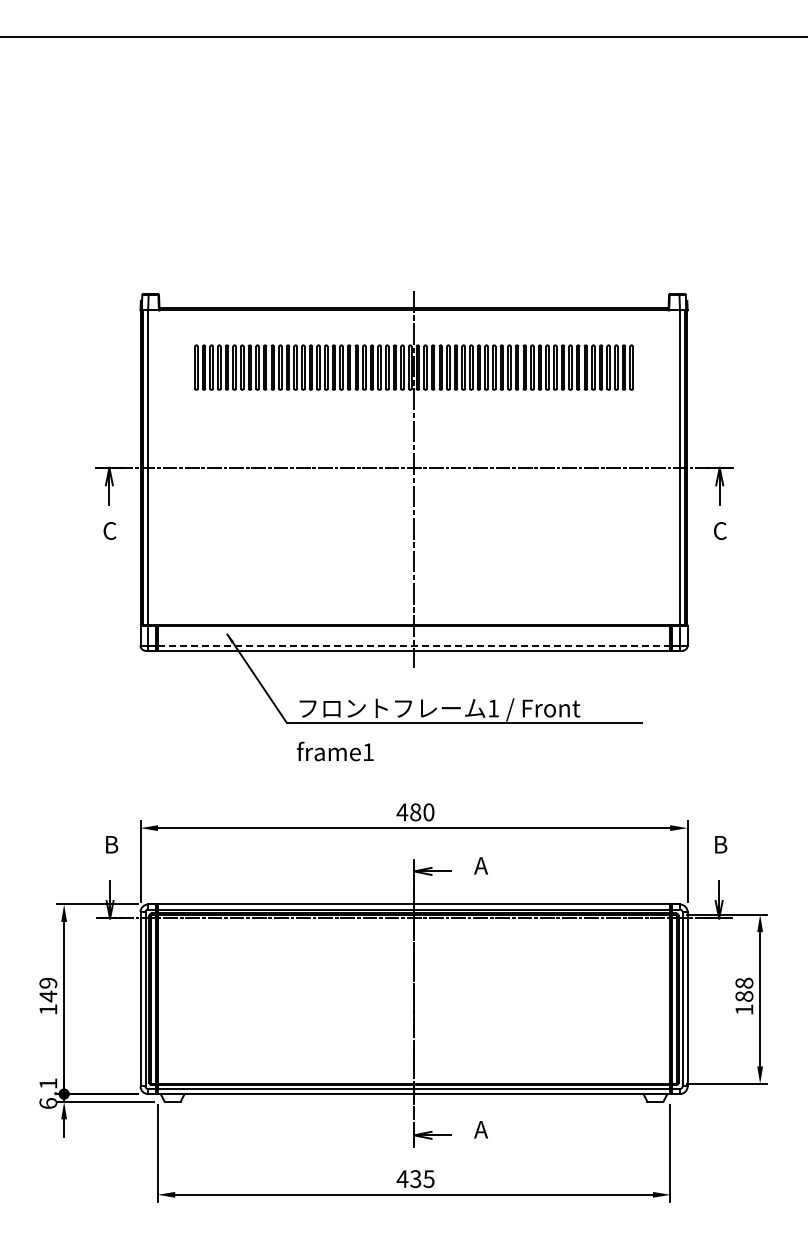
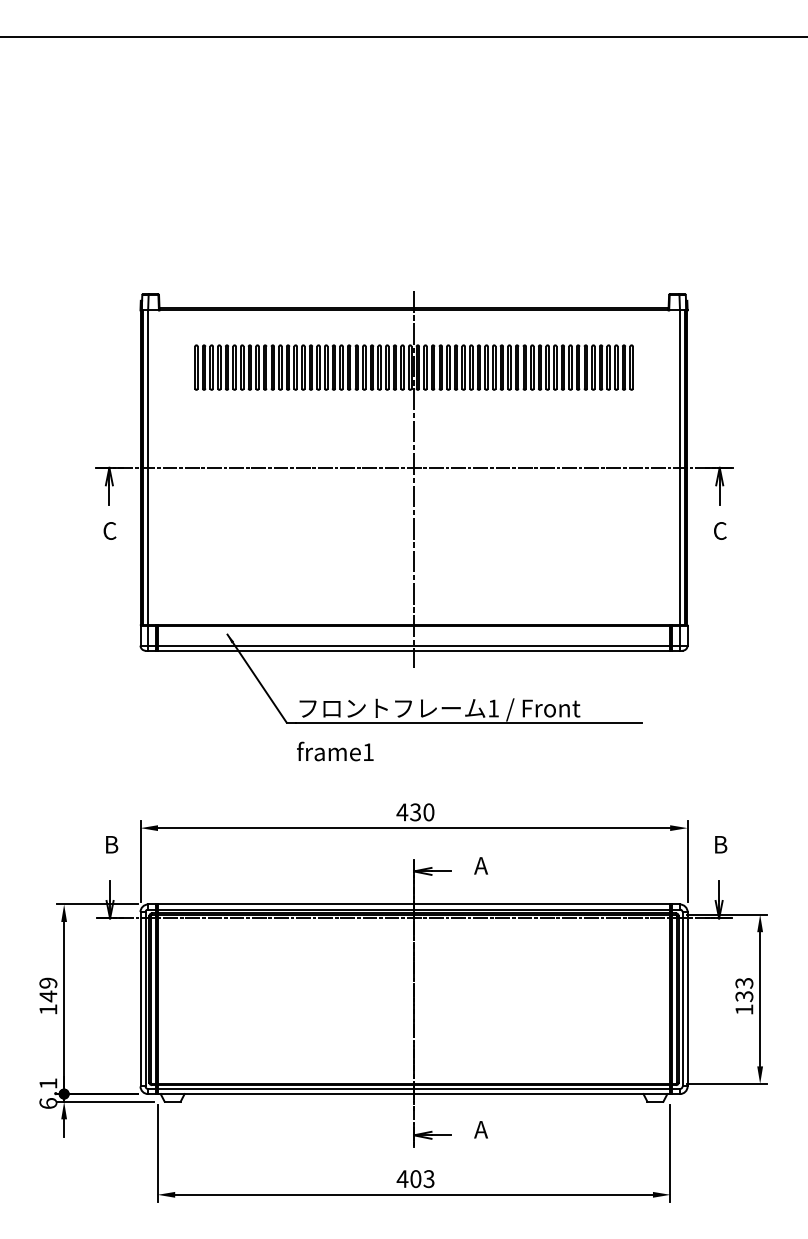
line at (414, 645): dashed -> solid
text at (415, 812): 480 -> 430
text at (744, 989): 188 -> 133
text at (422, 1178): 435 -> 403
